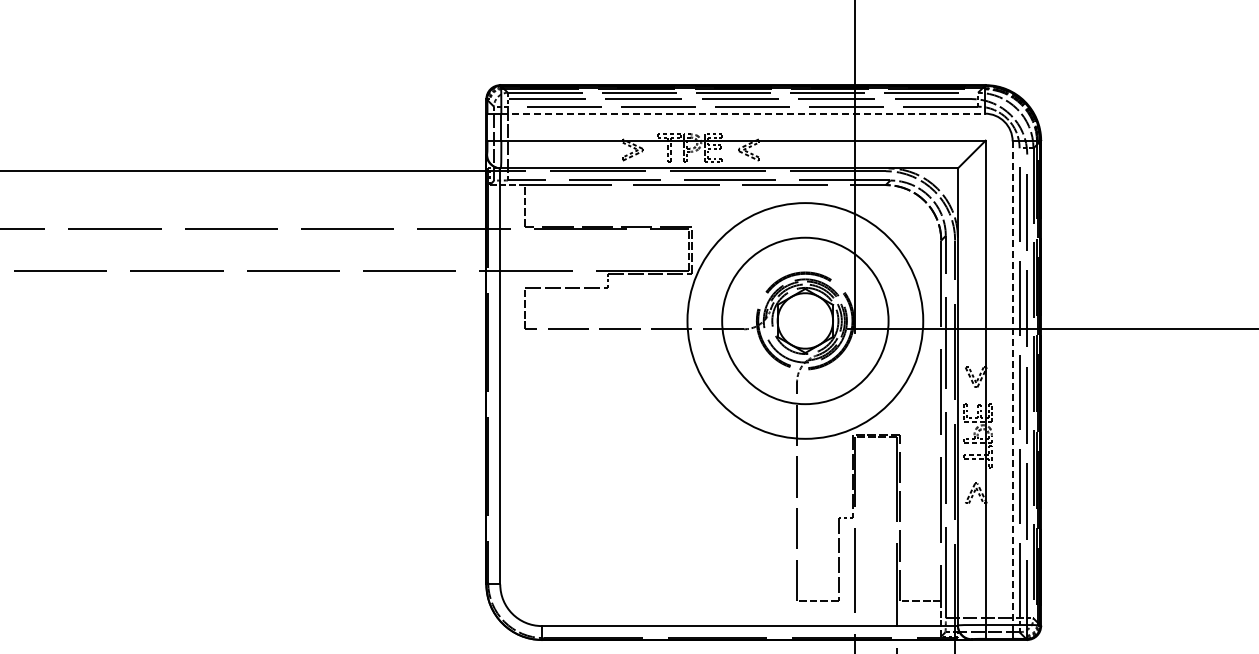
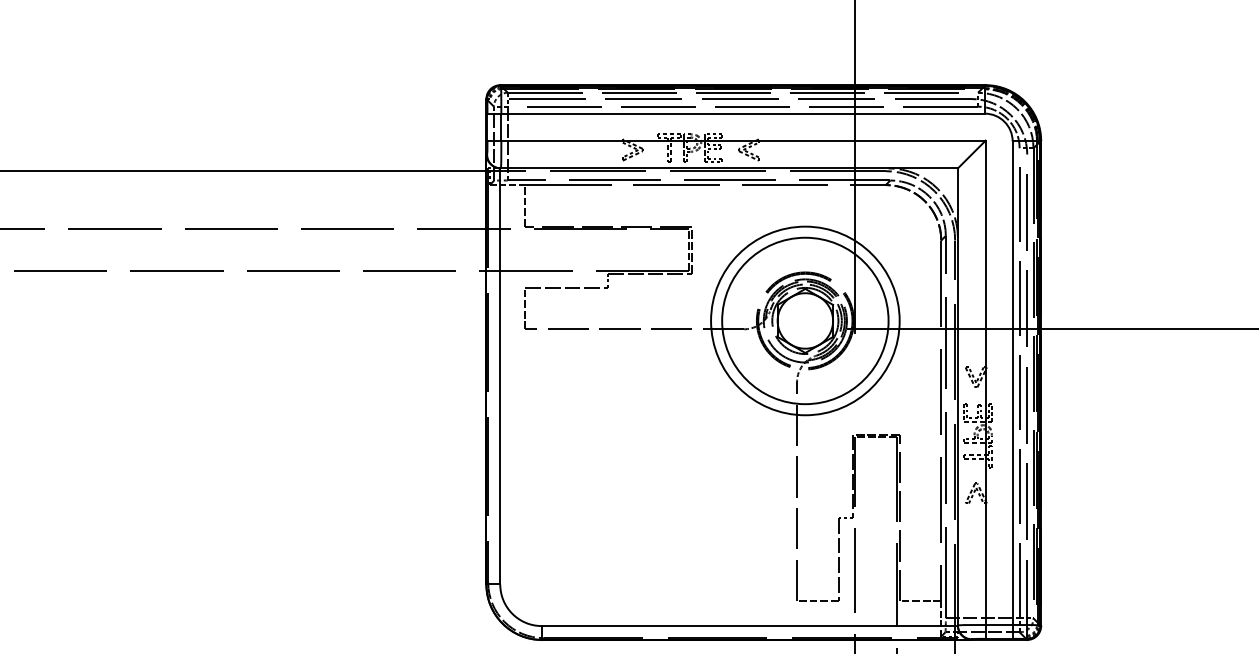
line at (743, 113): dashed -> solid
circle at (805, 320) diameter: 236 px -> 189 px
line at (1012, 383): dashed -> solid
